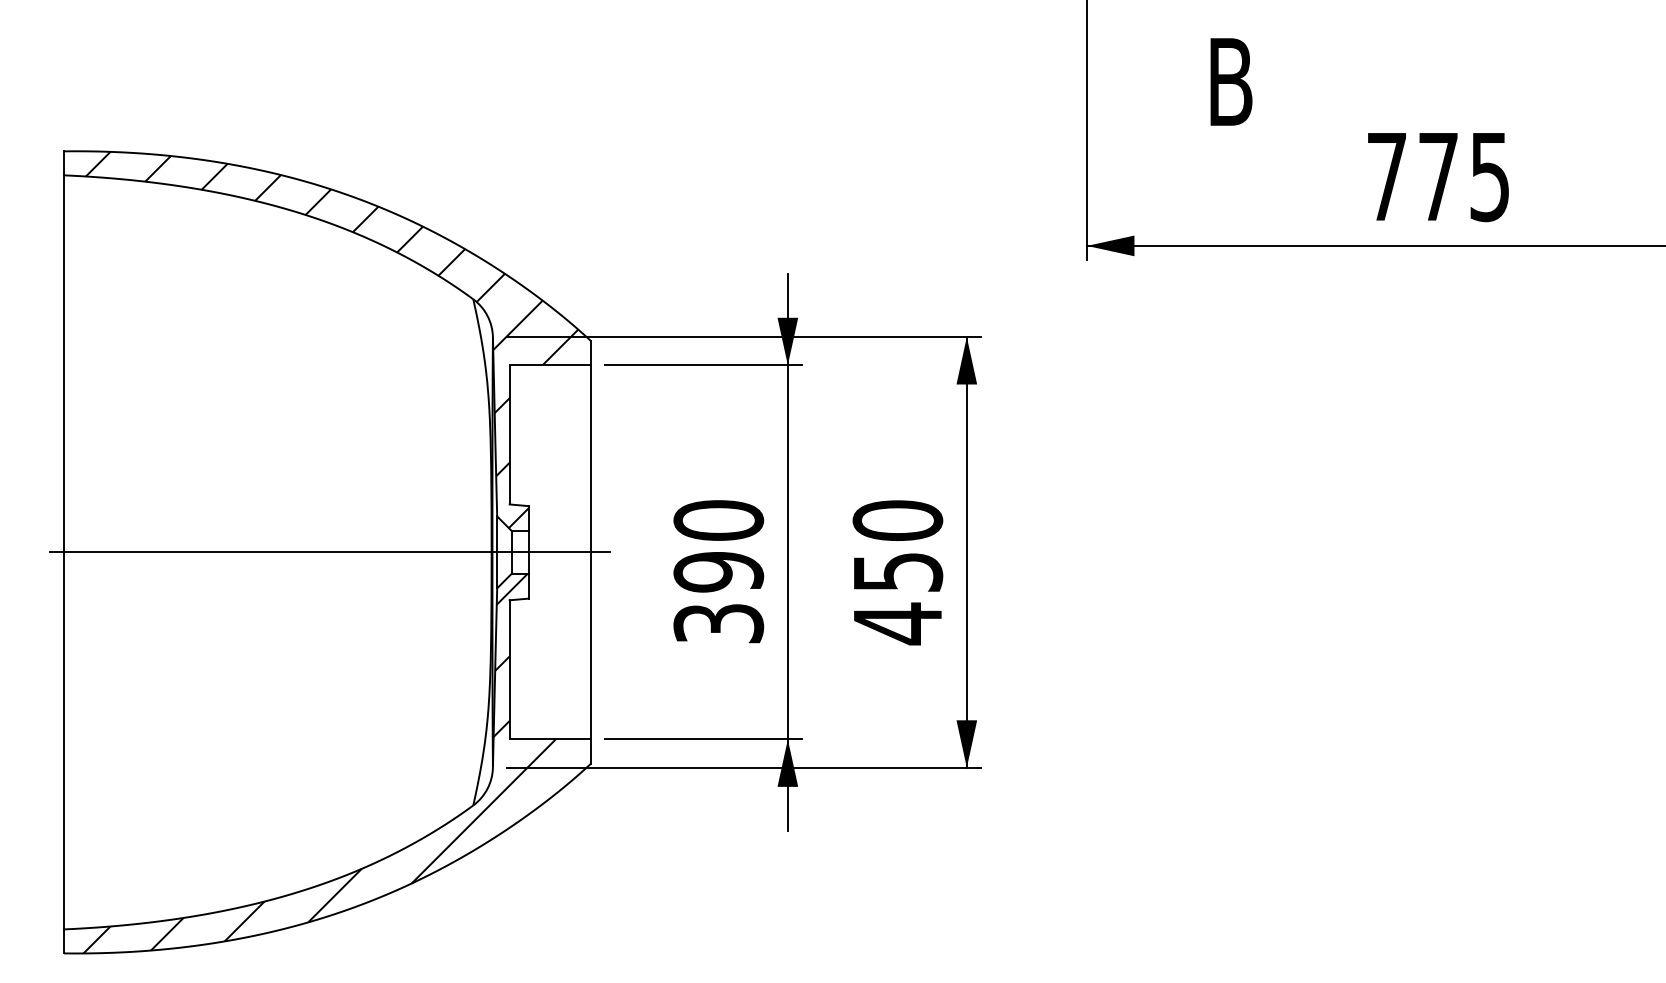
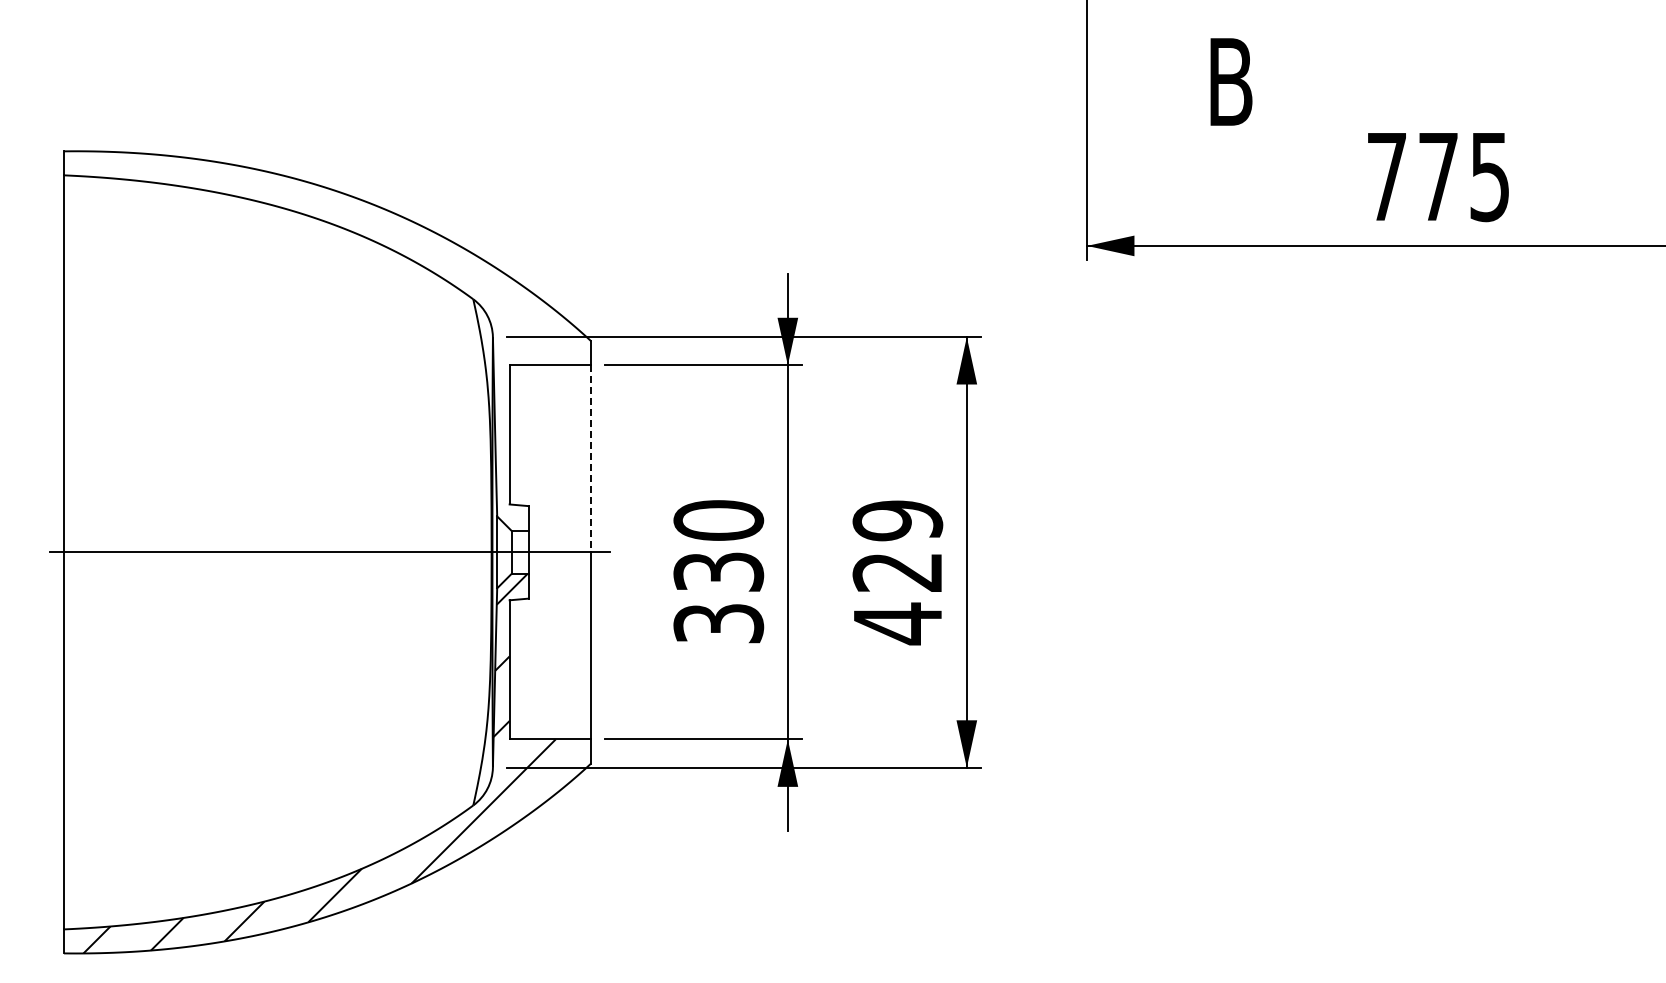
hatch at (331, 339): present -> none
line at (591, 458): solid -> dashed
text at (897, 545): 450 -> 429
text at (718, 572): 390 -> 330
